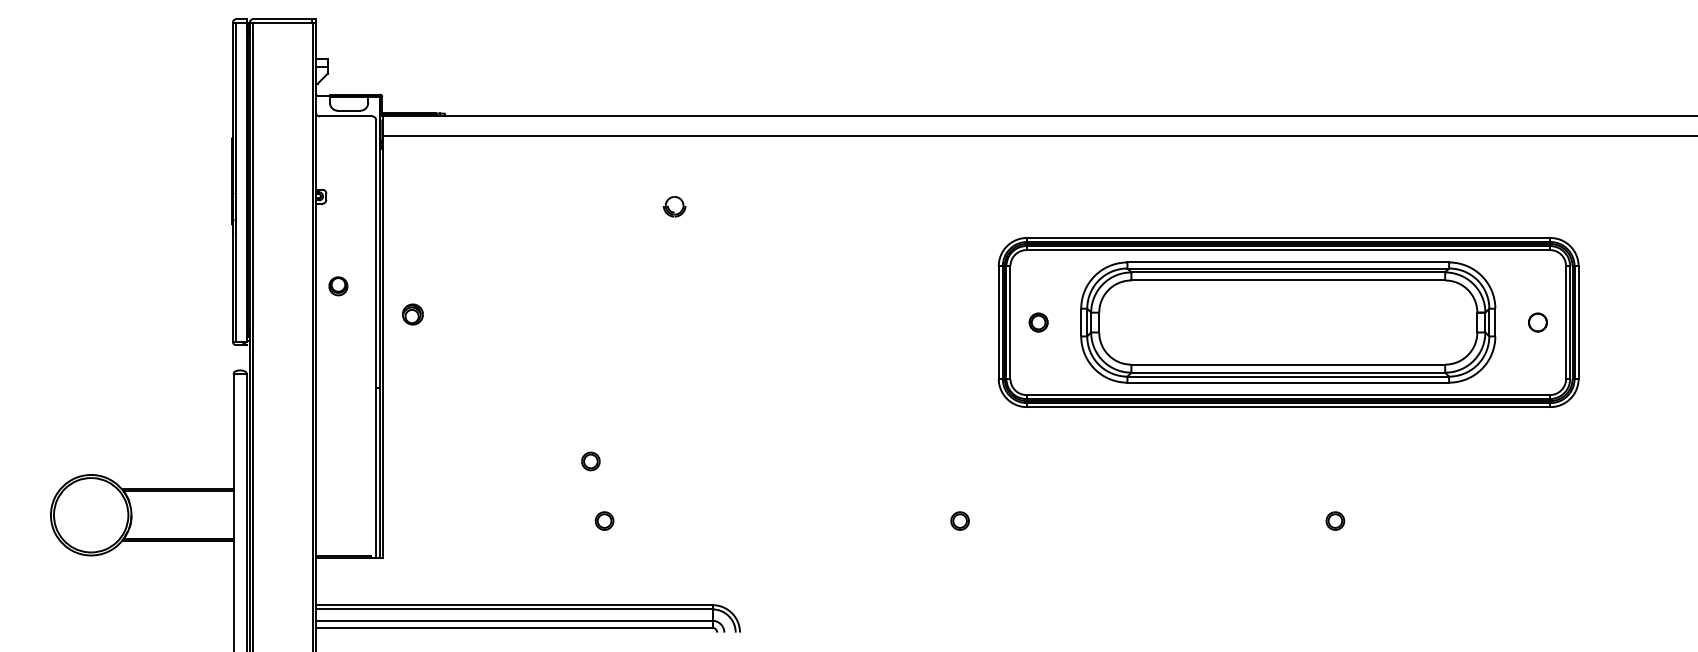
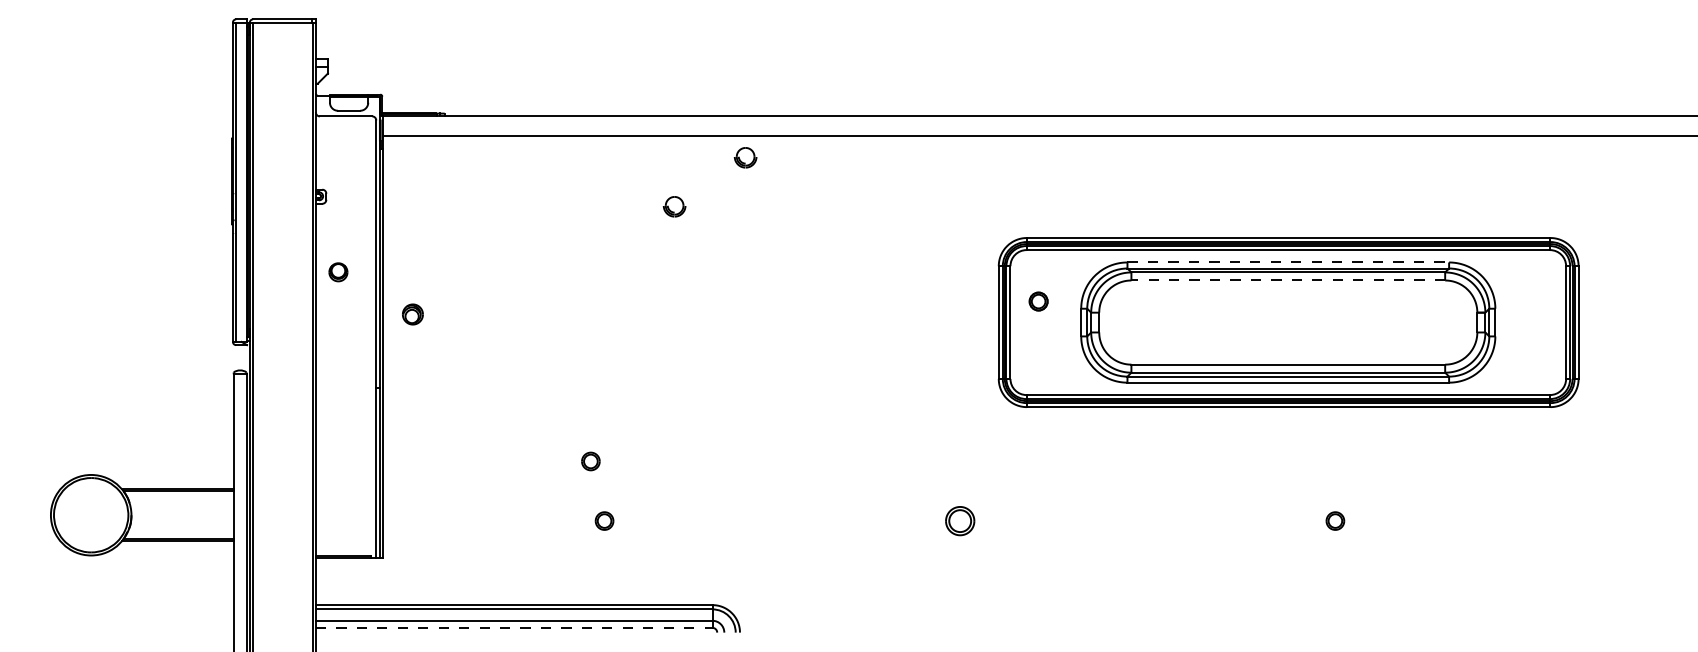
part at (745, 157): none -> present
line at (1288, 262): solid -> dashed
line at (1288, 280): solid -> dashed
part at (338, 286) position: (338, 286) -> (338, 272)
part at (1038, 322) position: (1038, 322) -> (1038, 301)
circle at (1537, 322): present -> none
part at (959, 520) size: 20x20 px -> 31x31 px
line at (514, 627): solid -> dashed
